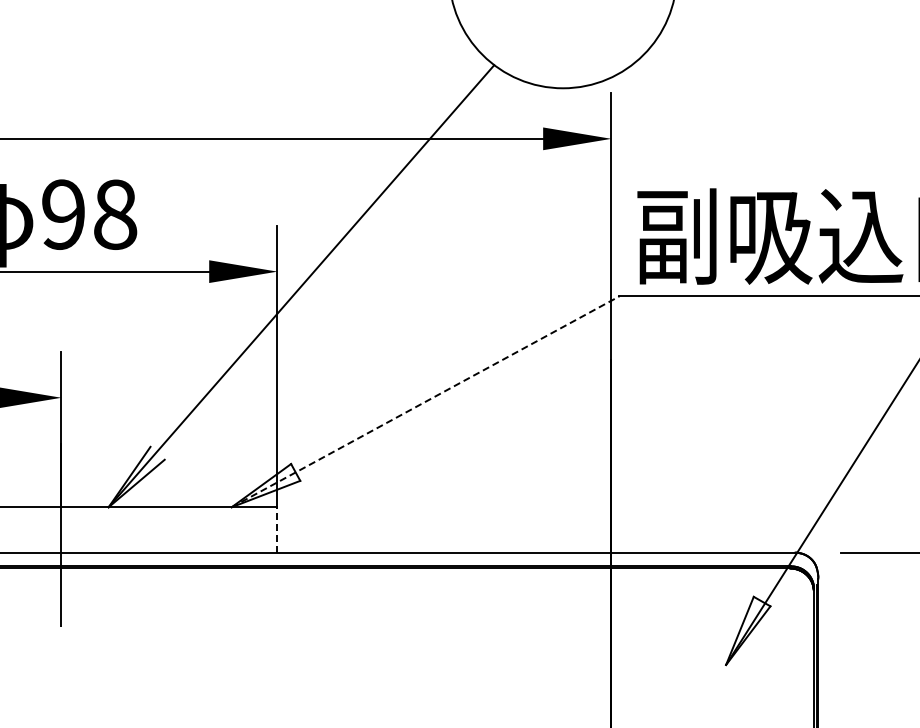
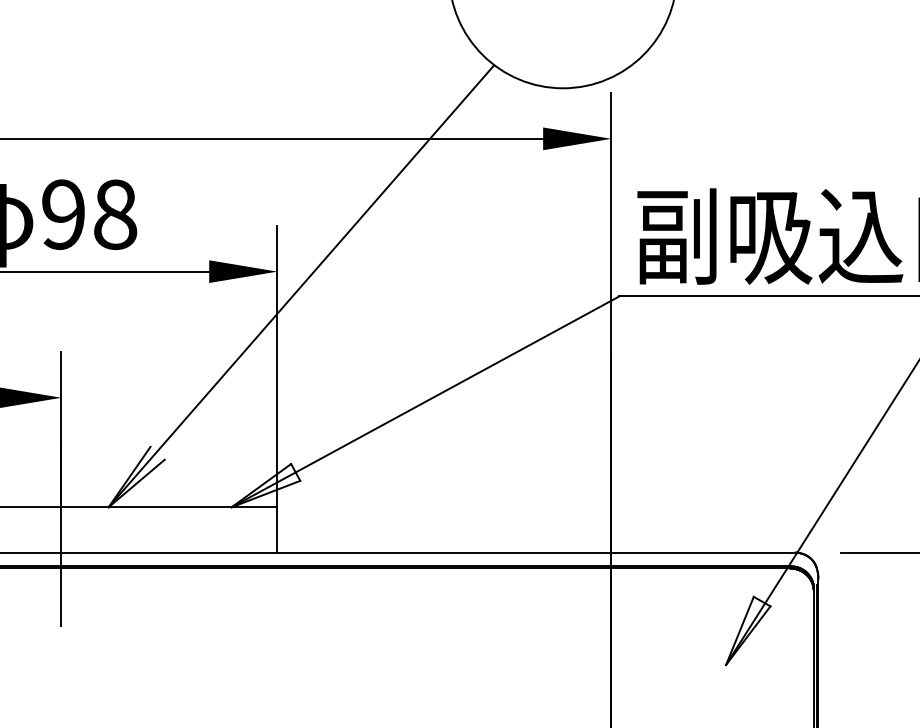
line at (425, 401): dashed -> solid
line at (277, 530): dashed -> solid
